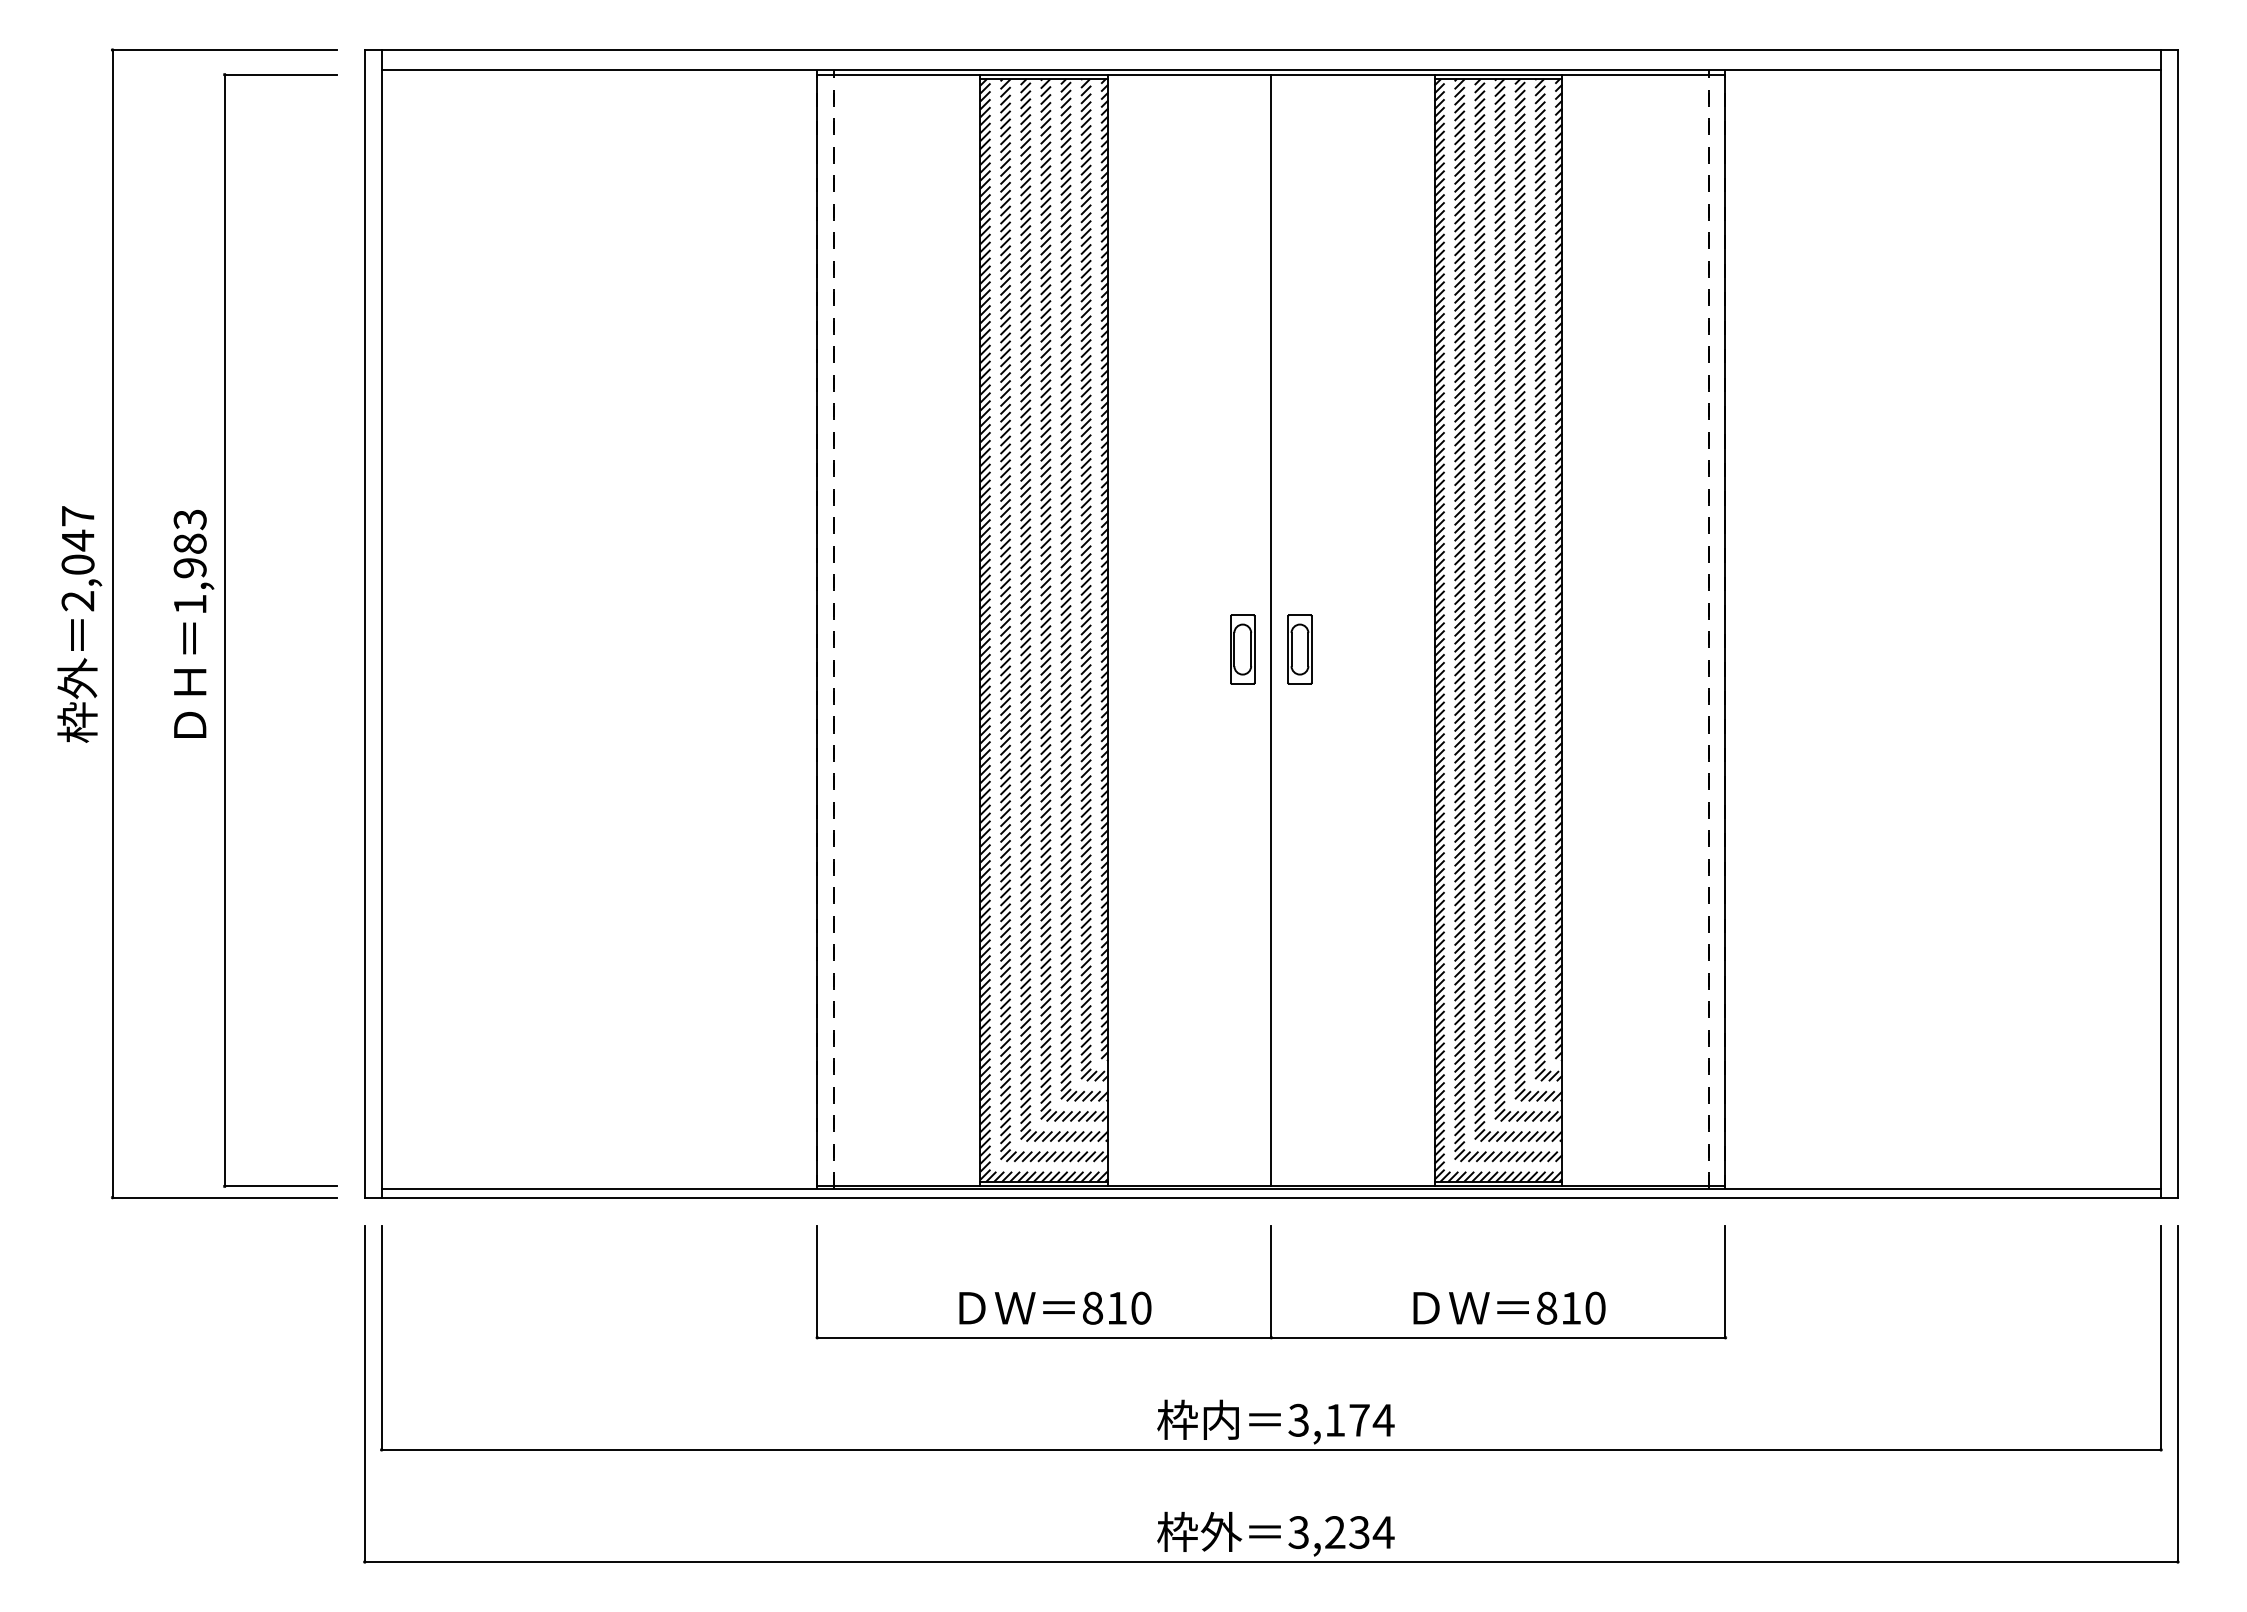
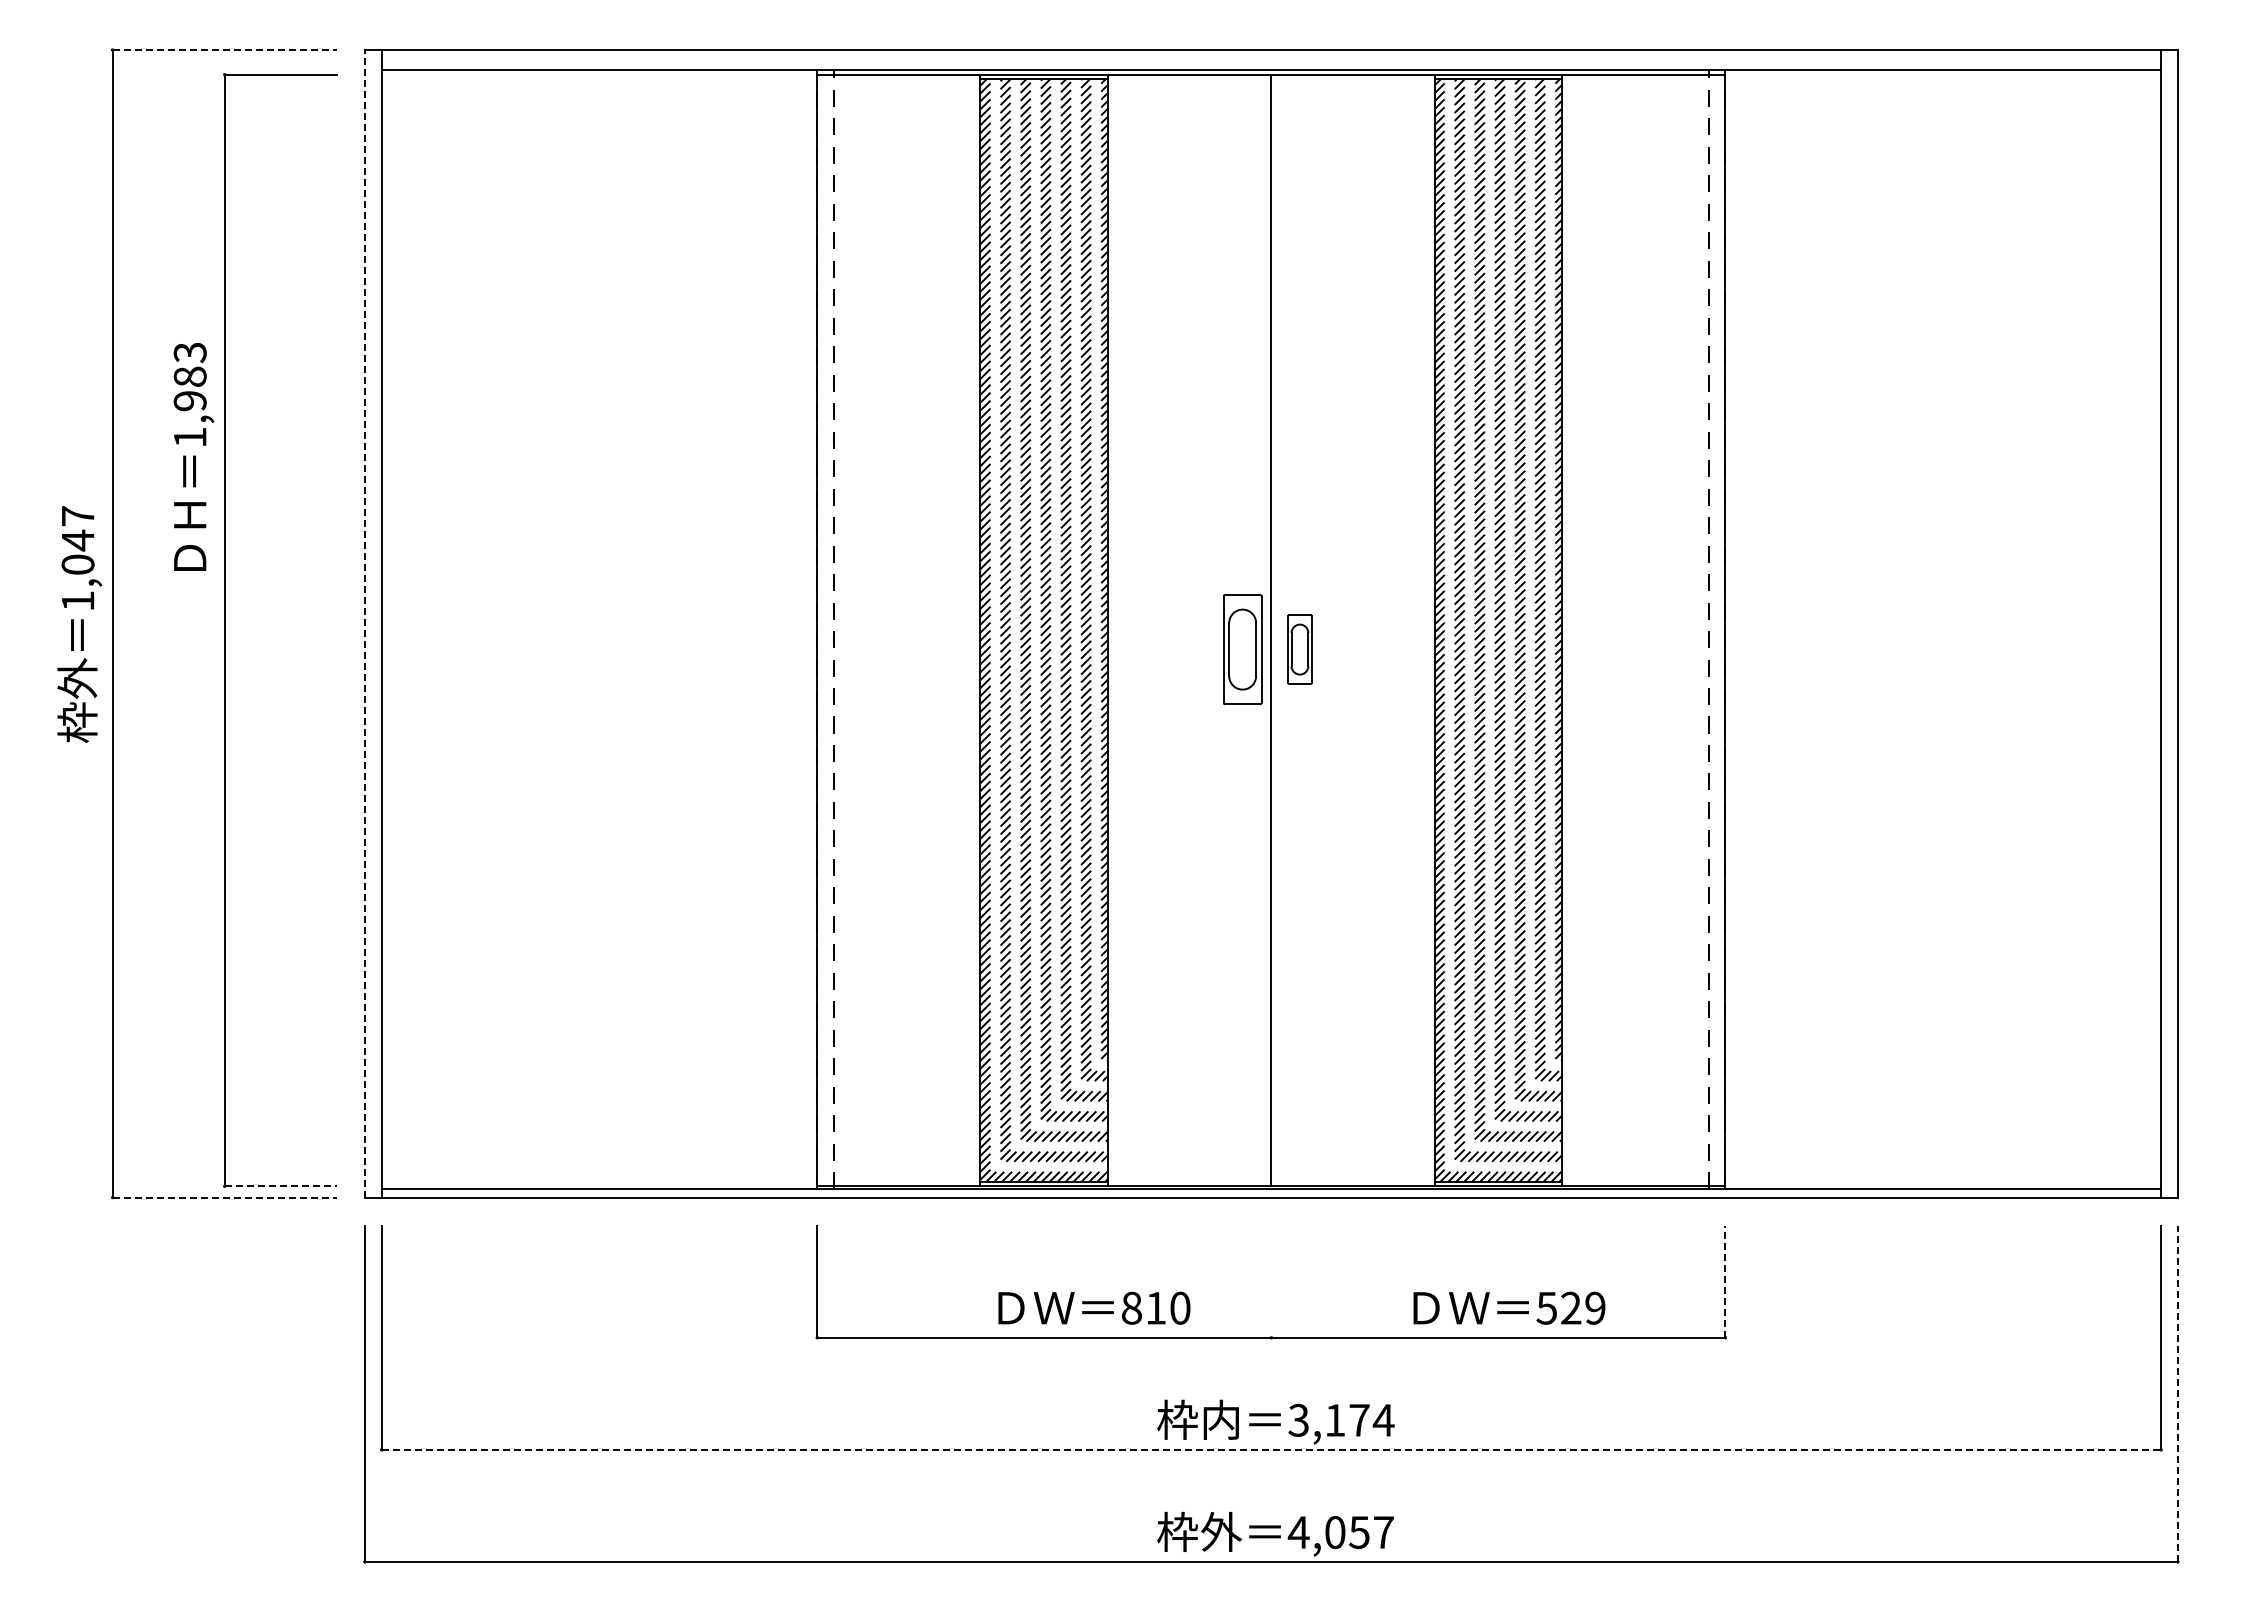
line at (225, 49): solid -> dashed
text at (77, 601): 2,047 -> 1,047
text at (193, 623) position: (193, 623) -> (193, 456)
line at (364, 623): solid -> dashed
part at (1242, 649) size: 26x71 px -> 40x112 px
line at (281, 1186): solid -> dashed
line at (225, 1197): solid -> dashed
line at (1271, 1281): present -> none
line at (1725, 1281): solid -> dashed
text at (1055, 1307) position: (1055, 1307) -> (1094, 1307)
text at (1570, 1307): 810 -> 529
line at (2177, 1393): solid -> dashed
line at (1271, 1449): solid -> dashed
text at (1340, 1532): 3,234 -> 4,057
